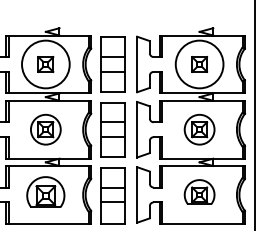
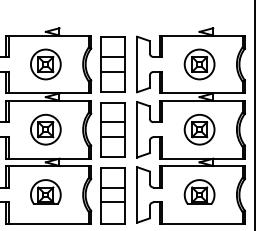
circle at (45, 64) diameter: 48 px -> 30 px
circle at (199, 64) diameter: 48 px -> 30 px
part at (45, 191) size: 40x32 px -> 32x26 px
